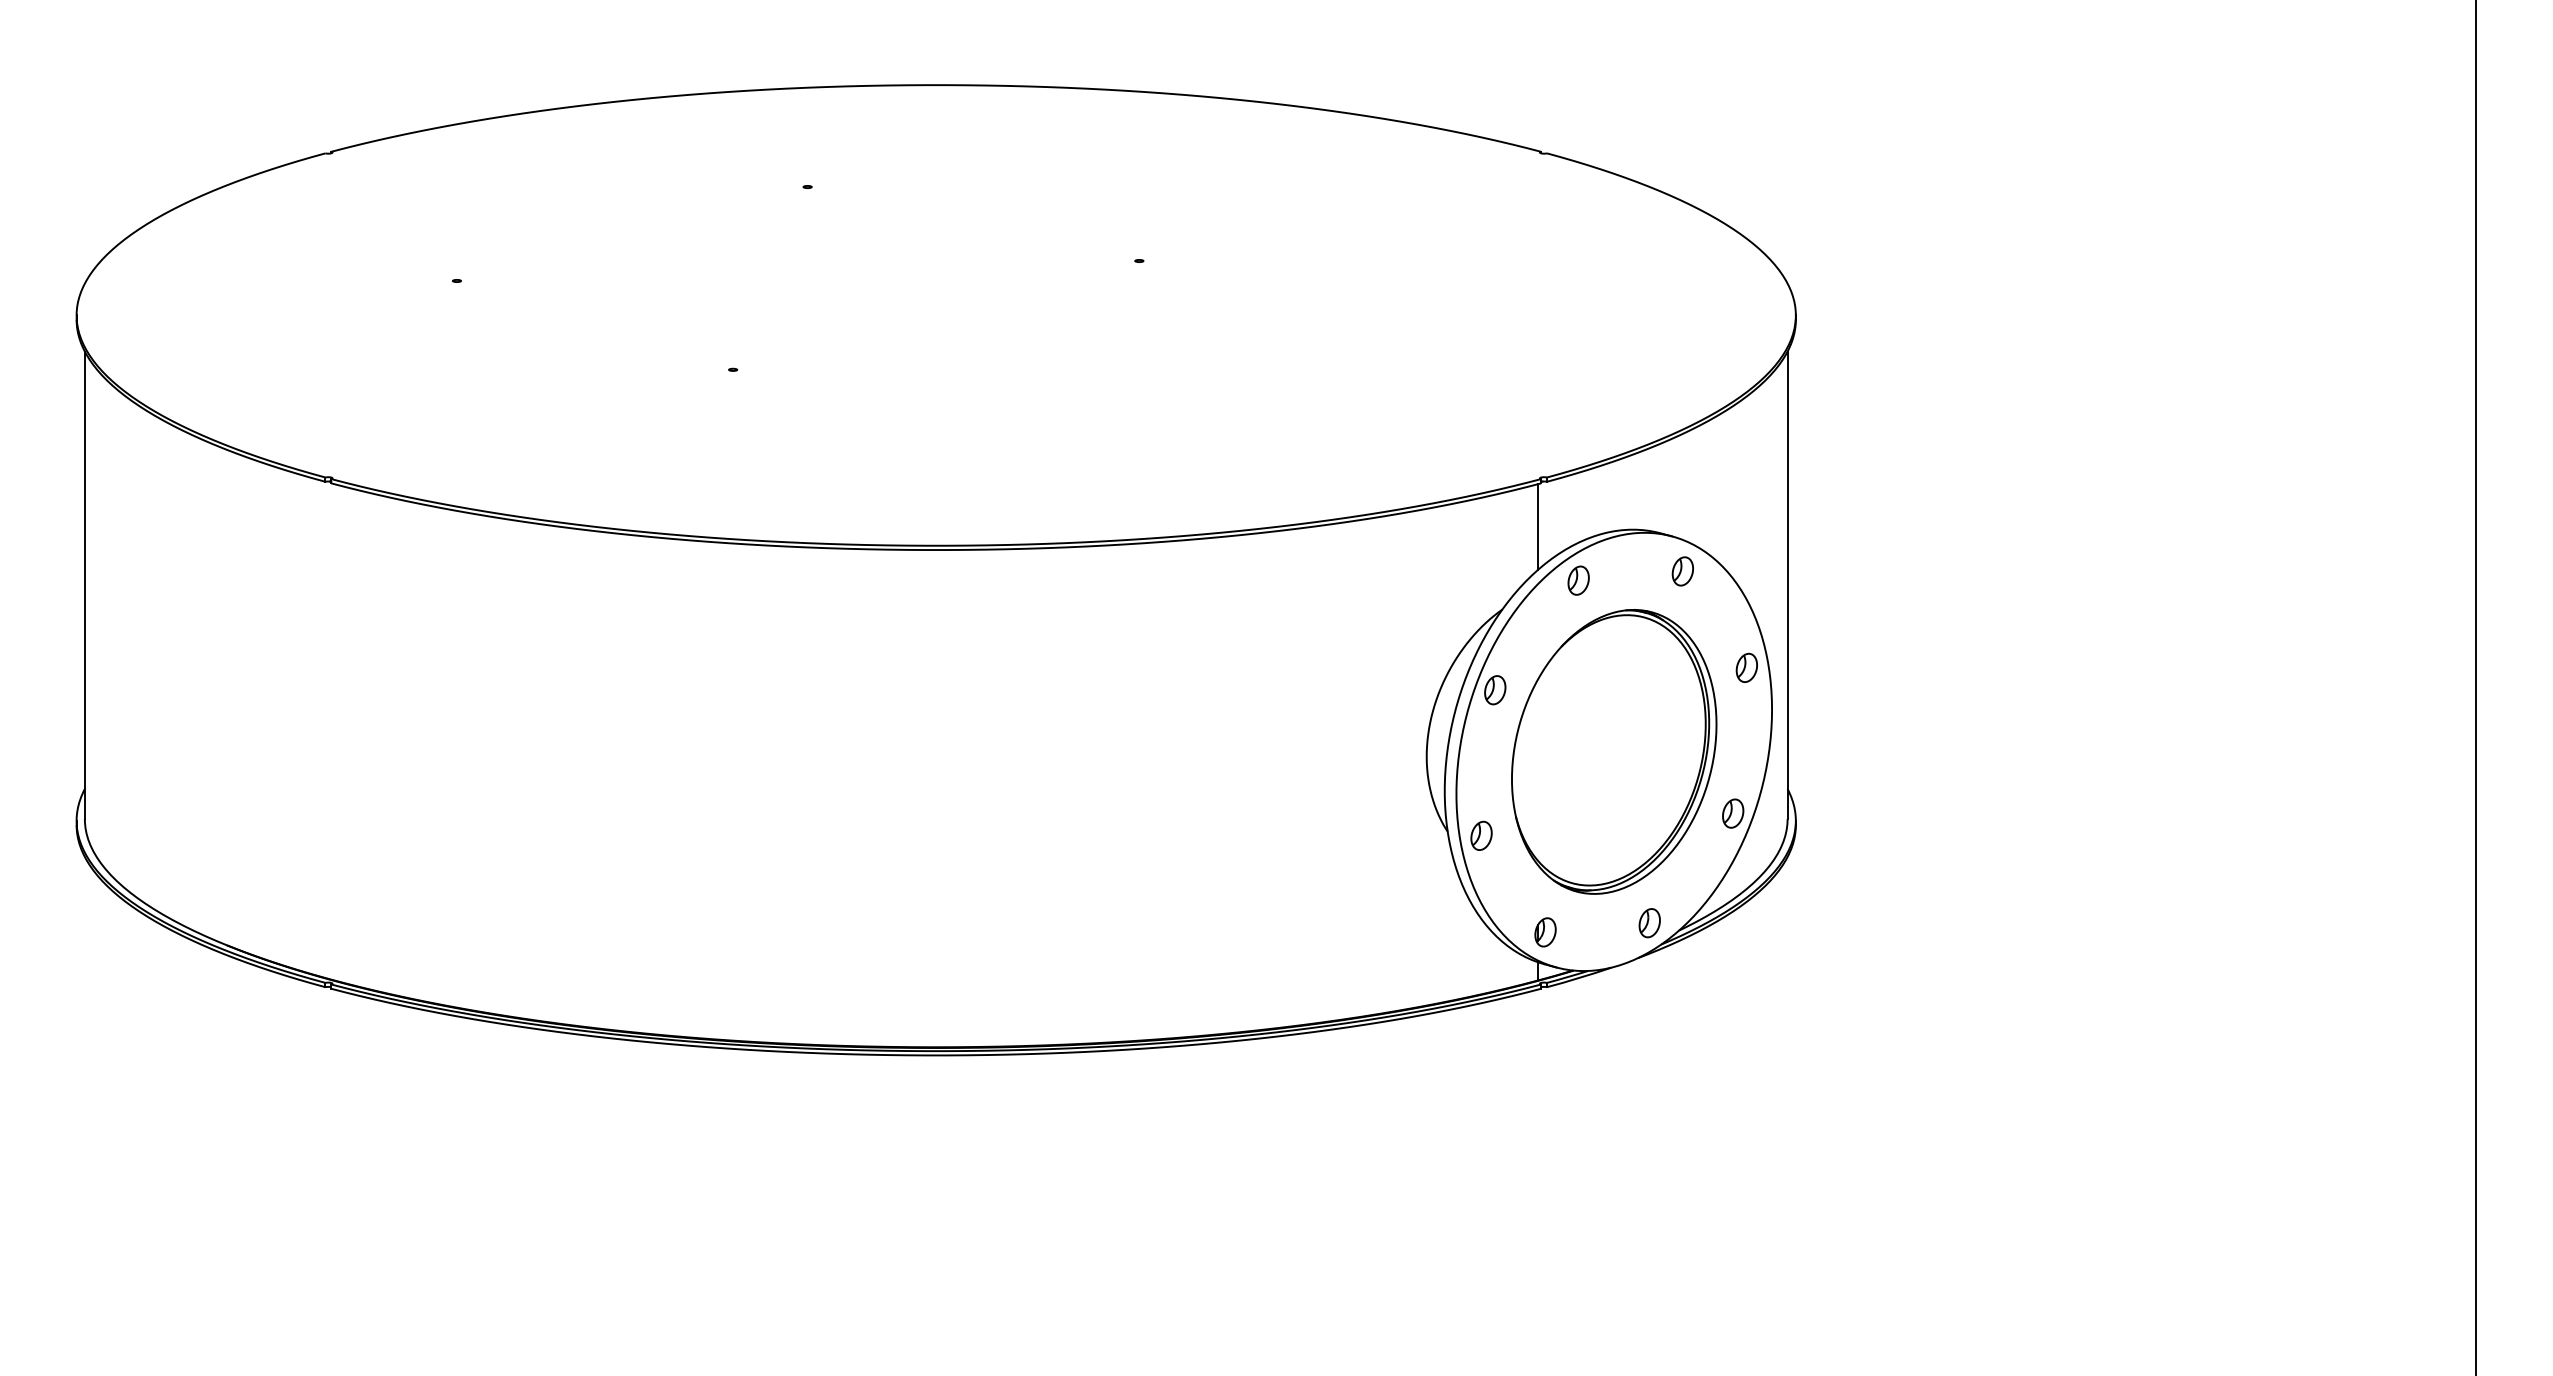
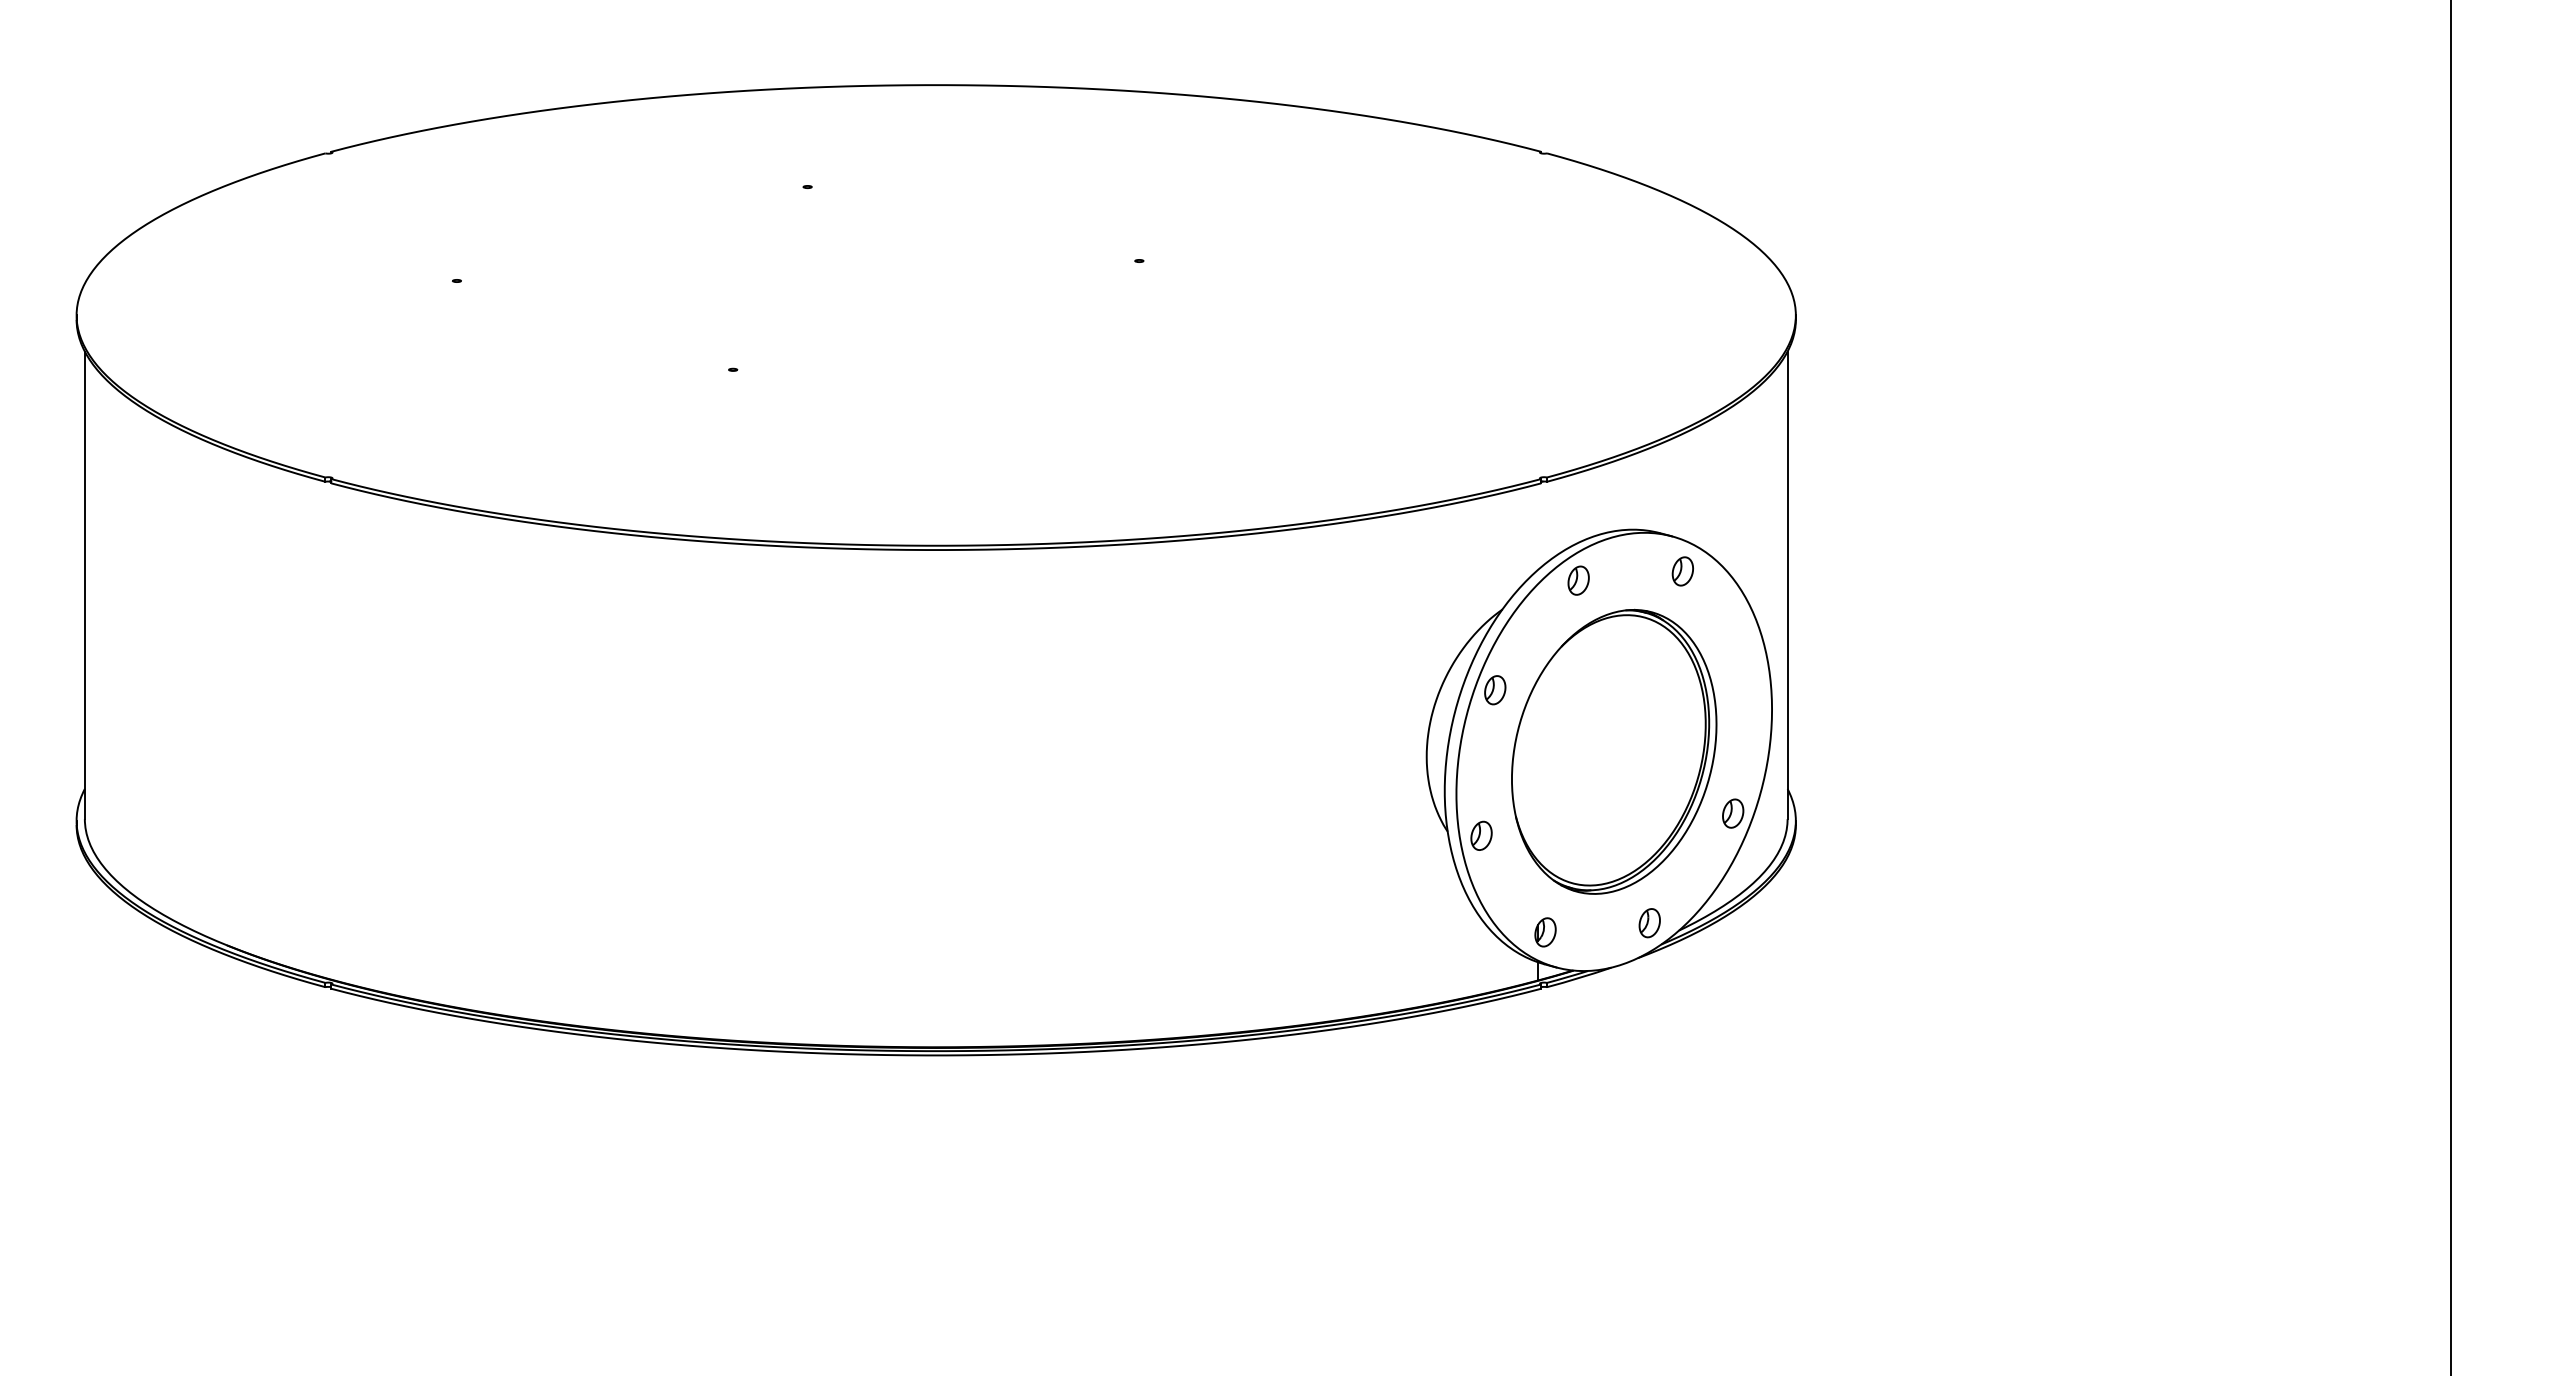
line at (1538, 526): present -> none
part at (1746, 667): present -> none
line at (2476, 687) position: (2476, 687) -> (2451, 687)
